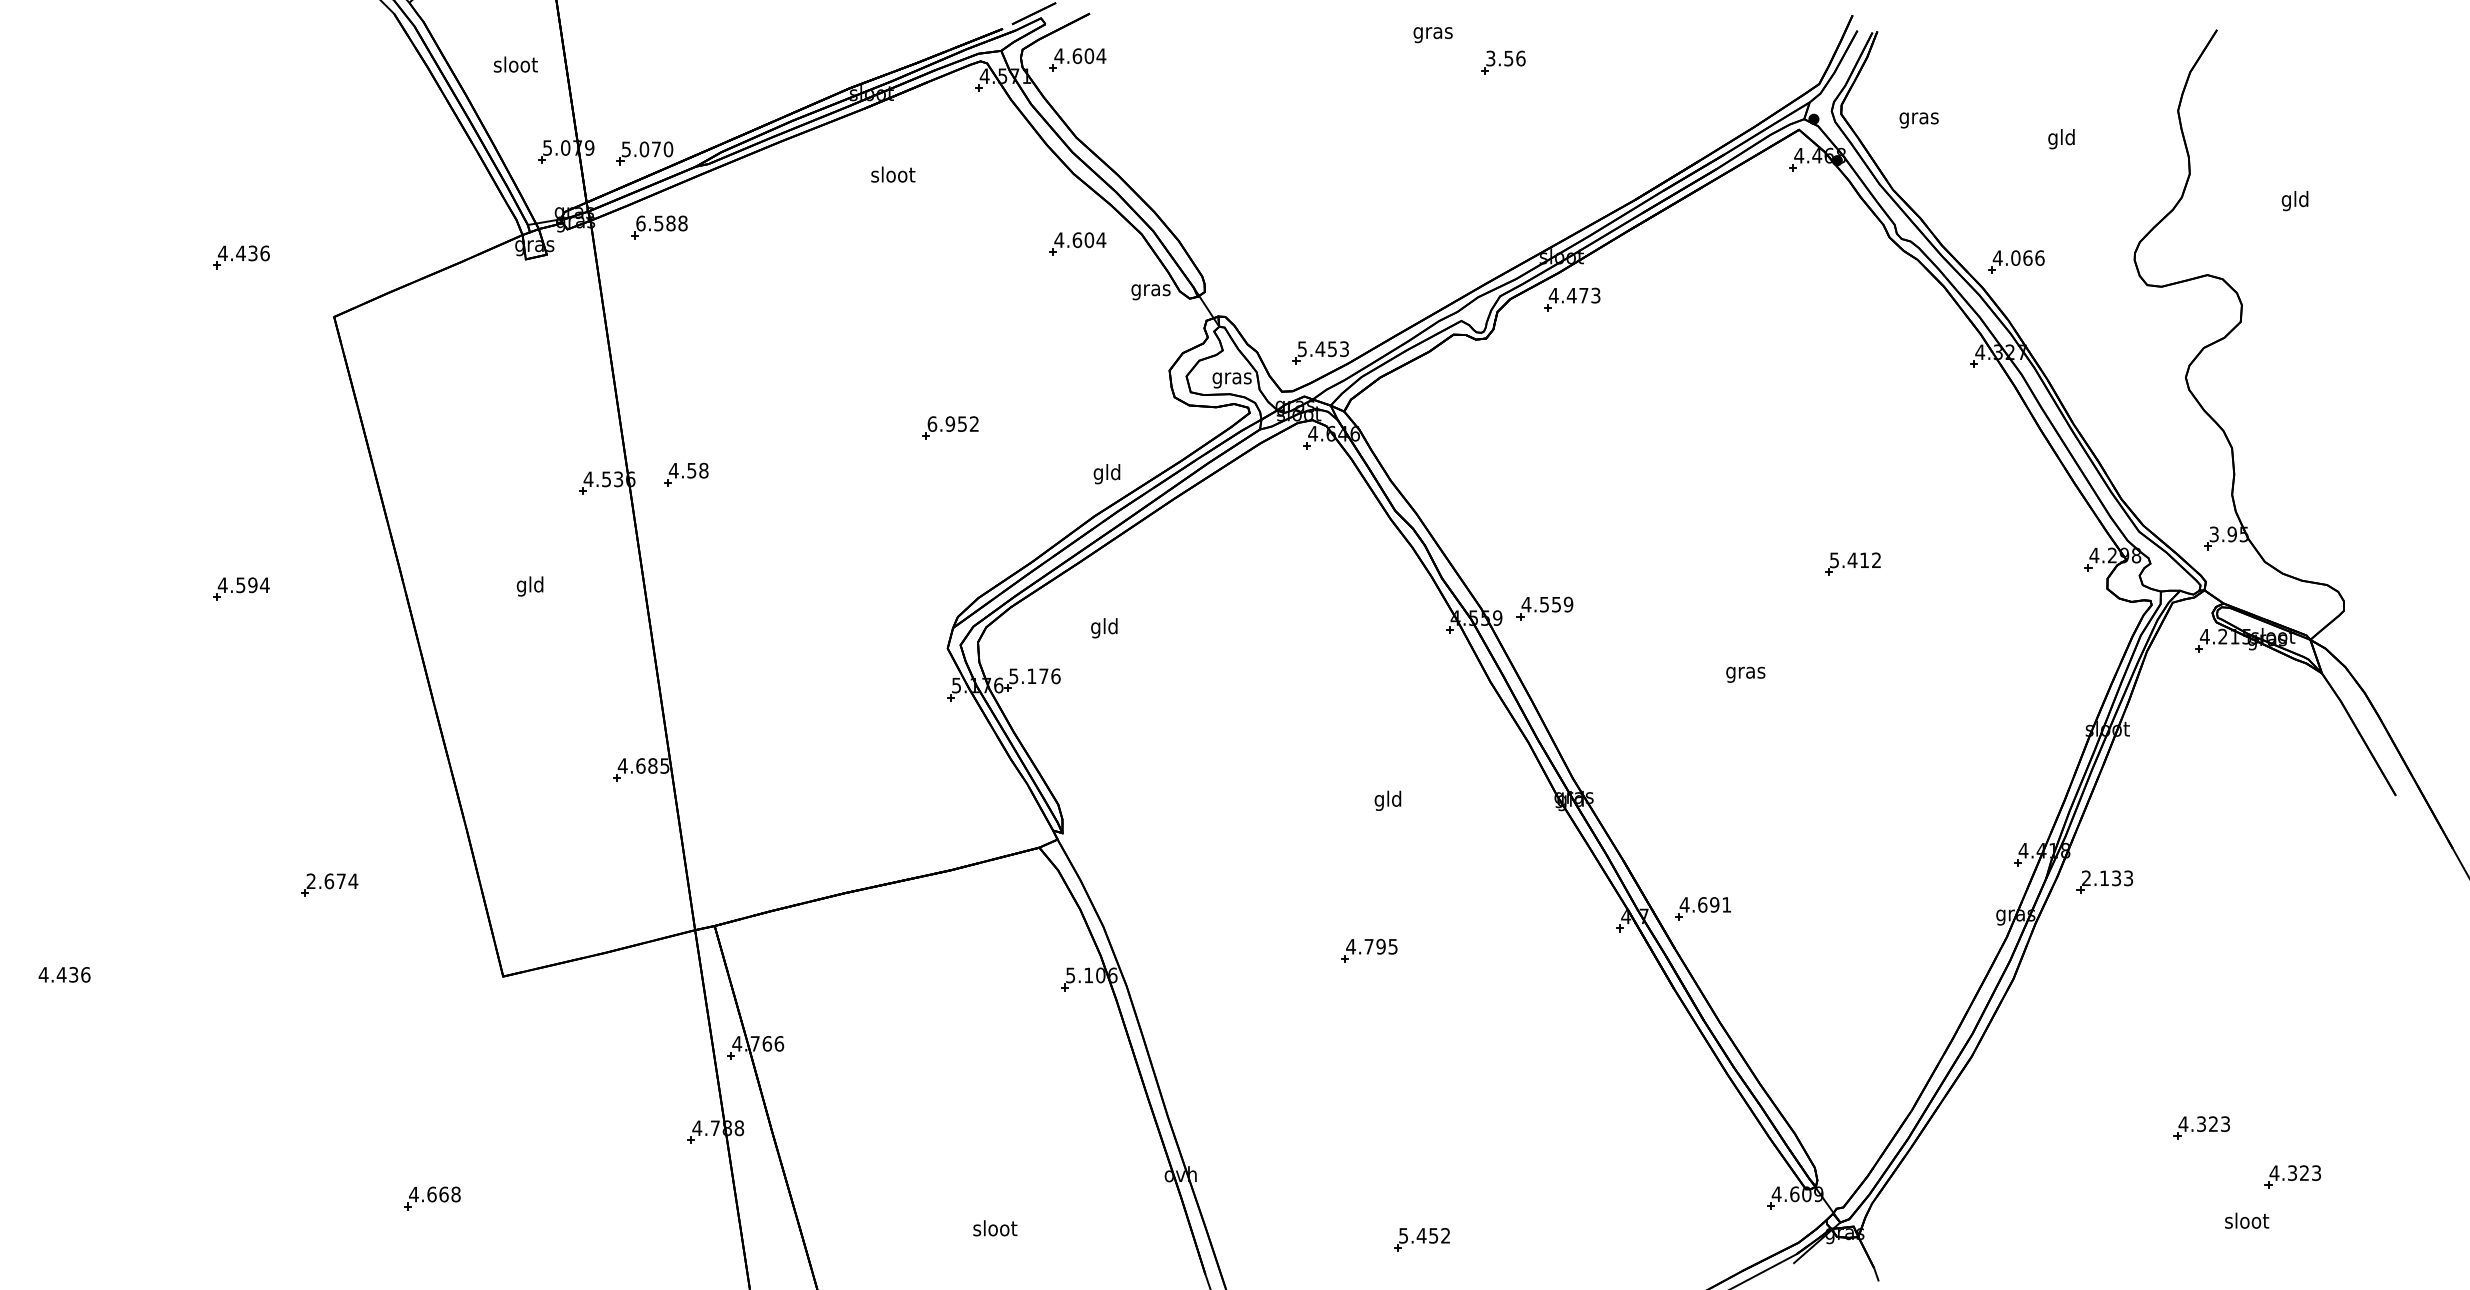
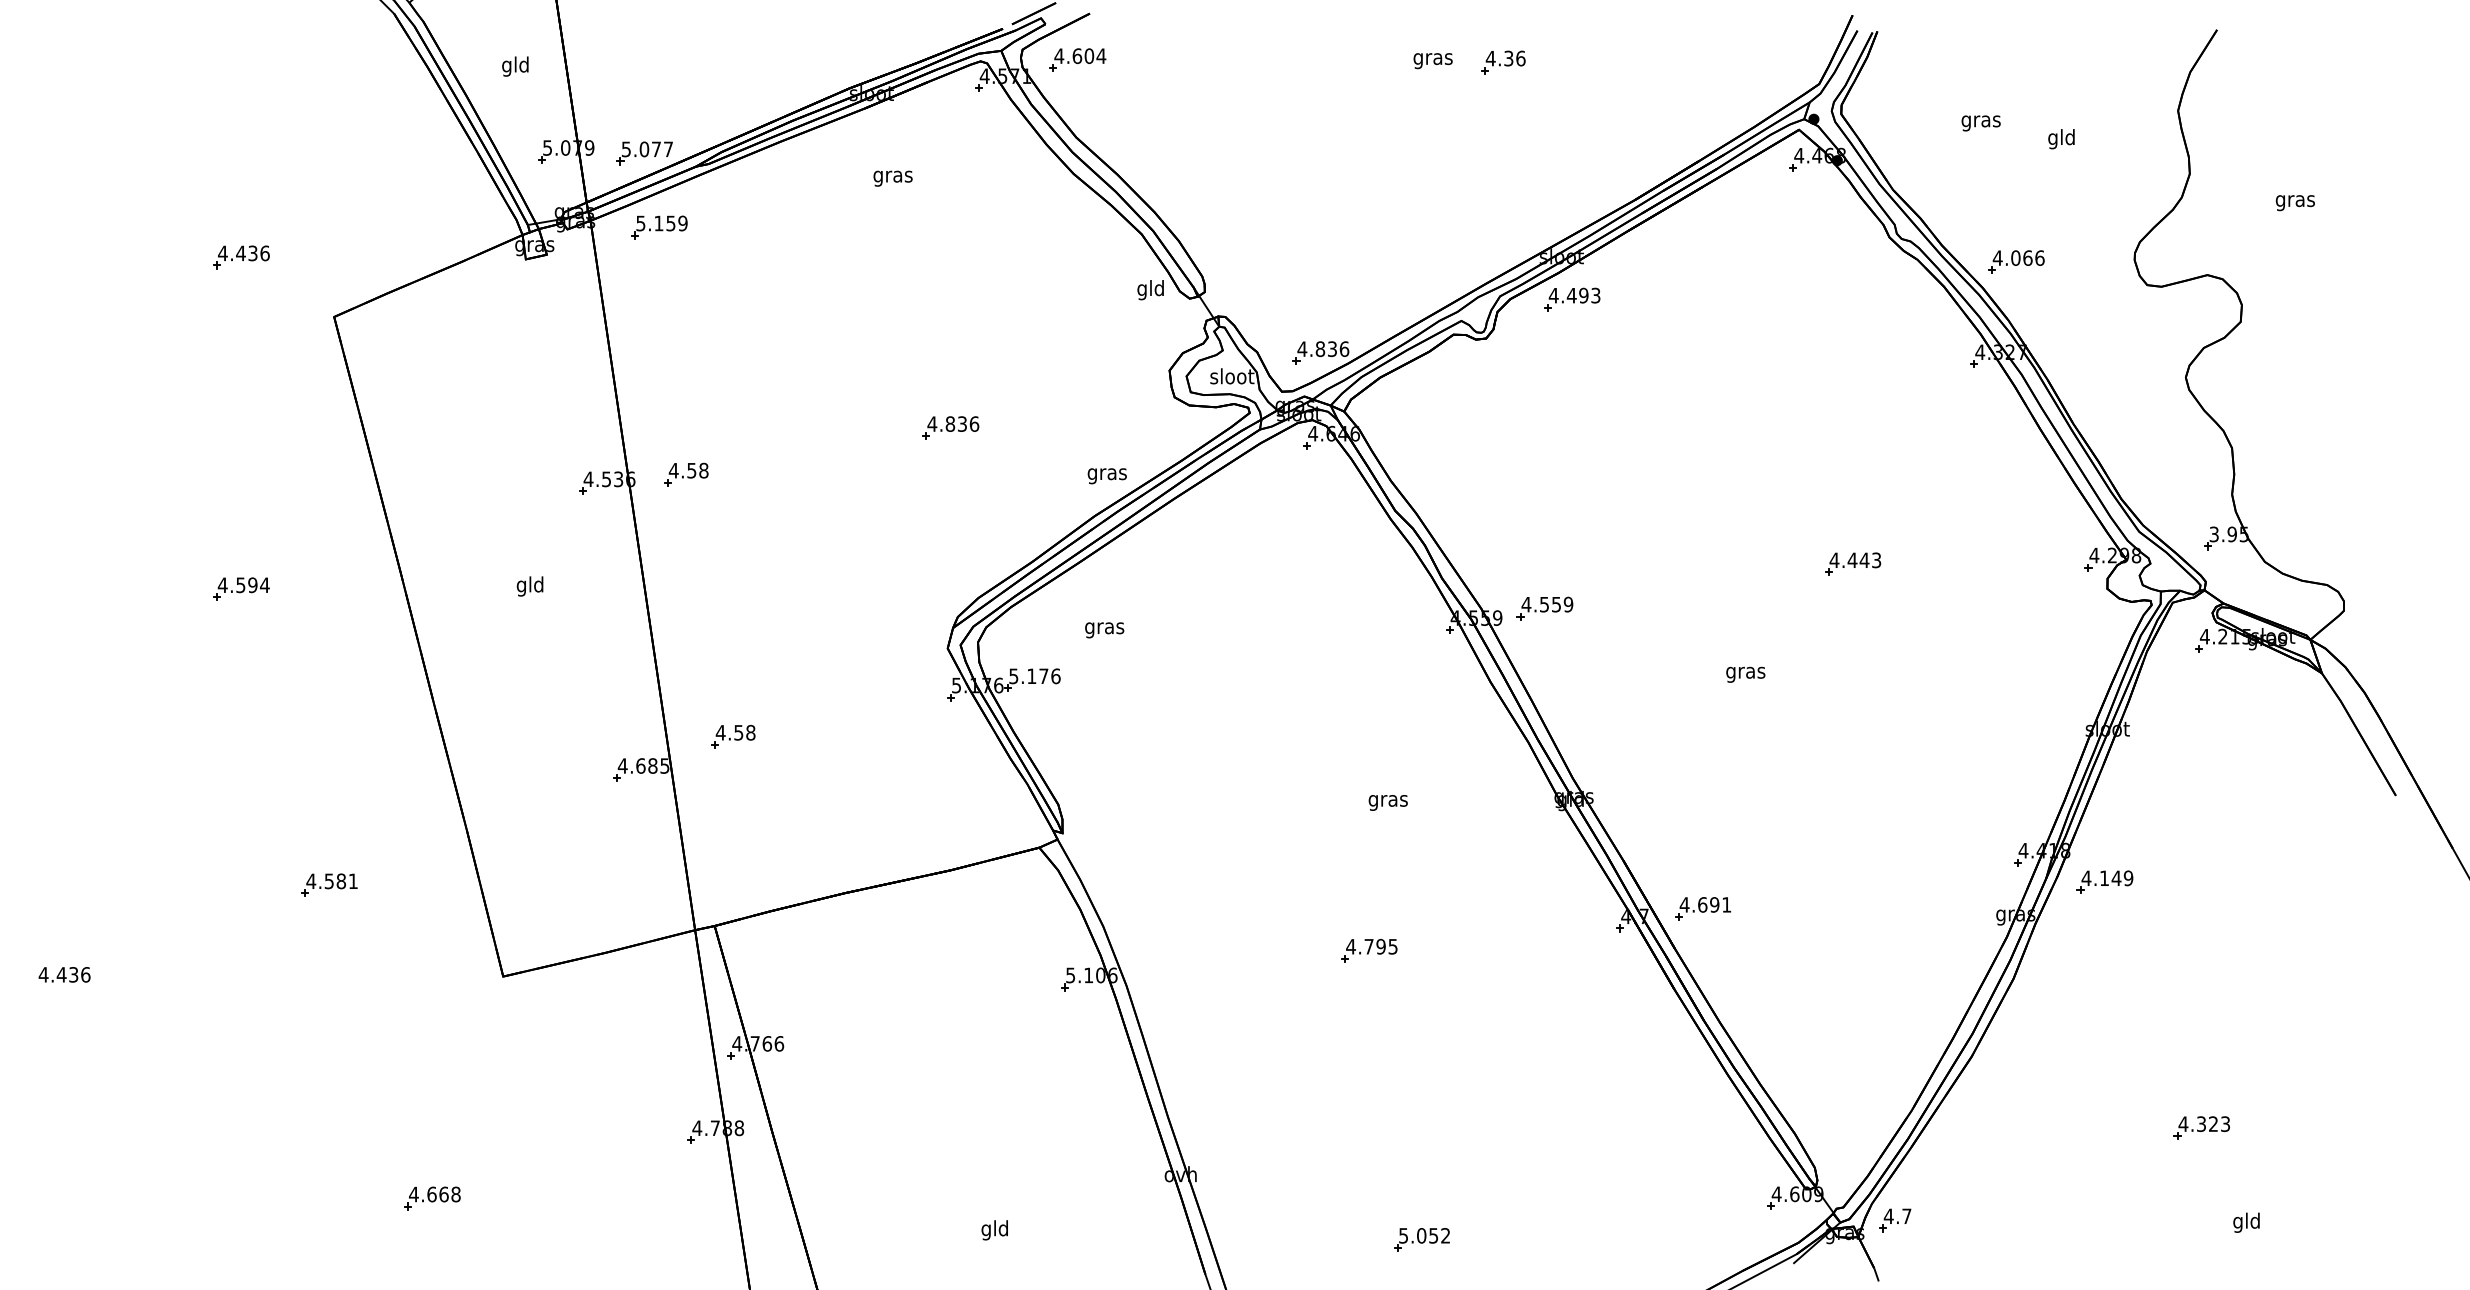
text at (1432, 35) position: (1432, 35) -> (1432, 61)
text at (1499, 58): 3.56 -> 4.36
text at (515, 66): sloot -> gld
text at (1918, 120) position: (1918, 120) -> (1980, 123)
text at (668, 149): 5.070 -> 5.077
text at (893, 176): sloot -> gras
text at (2294, 200): gld -> gras
text at (661, 223): 6.588 -> 5.159
part at (1077, 243): present -> none
text at (1150, 290): gras -> gld
text at (1583, 295): 4.473 -> 4.493
text at (1323, 349): 5.453 -> 4.836
text at (1232, 378): gras -> sloot
text at (953, 423): 6.952 -> 4.836
text at (1106, 474): gld -> gras
text at (1855, 560): 5.412 -> 4.443
text at (1104, 628): gld -> gras
part at (733, 736): none -> present
text at (1387, 800): gld -> gras
text at (2107, 878): 2.133 -> 4.149
text at (332, 881): 2.674 -> 4.581
part at (2292, 1176): present -> none
part at (1895, 1220): none -> present
text at (2247, 1222): sloot -> gld
text at (995, 1230): sloot -> gld
text at (1421, 1235): 5.452 -> 5.052
